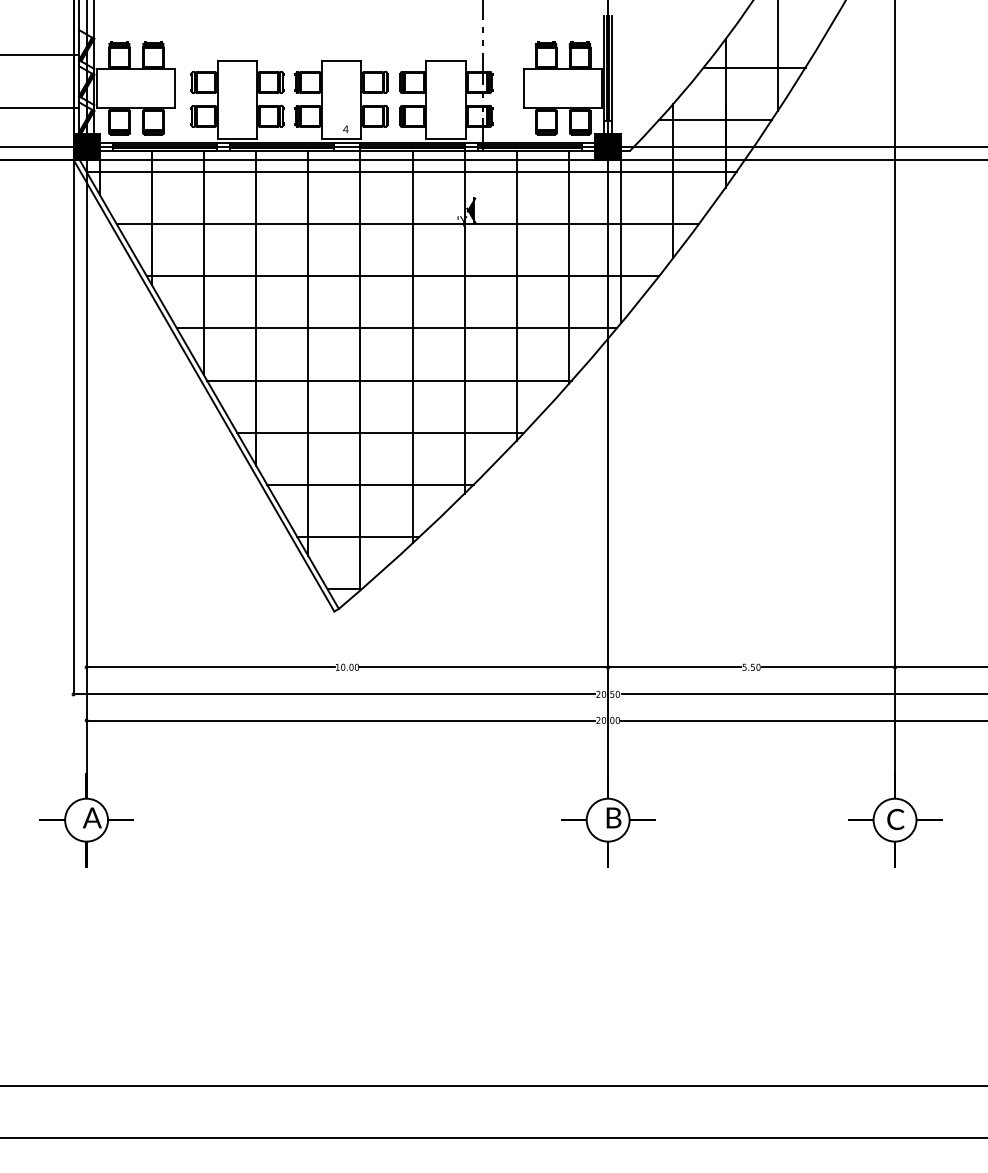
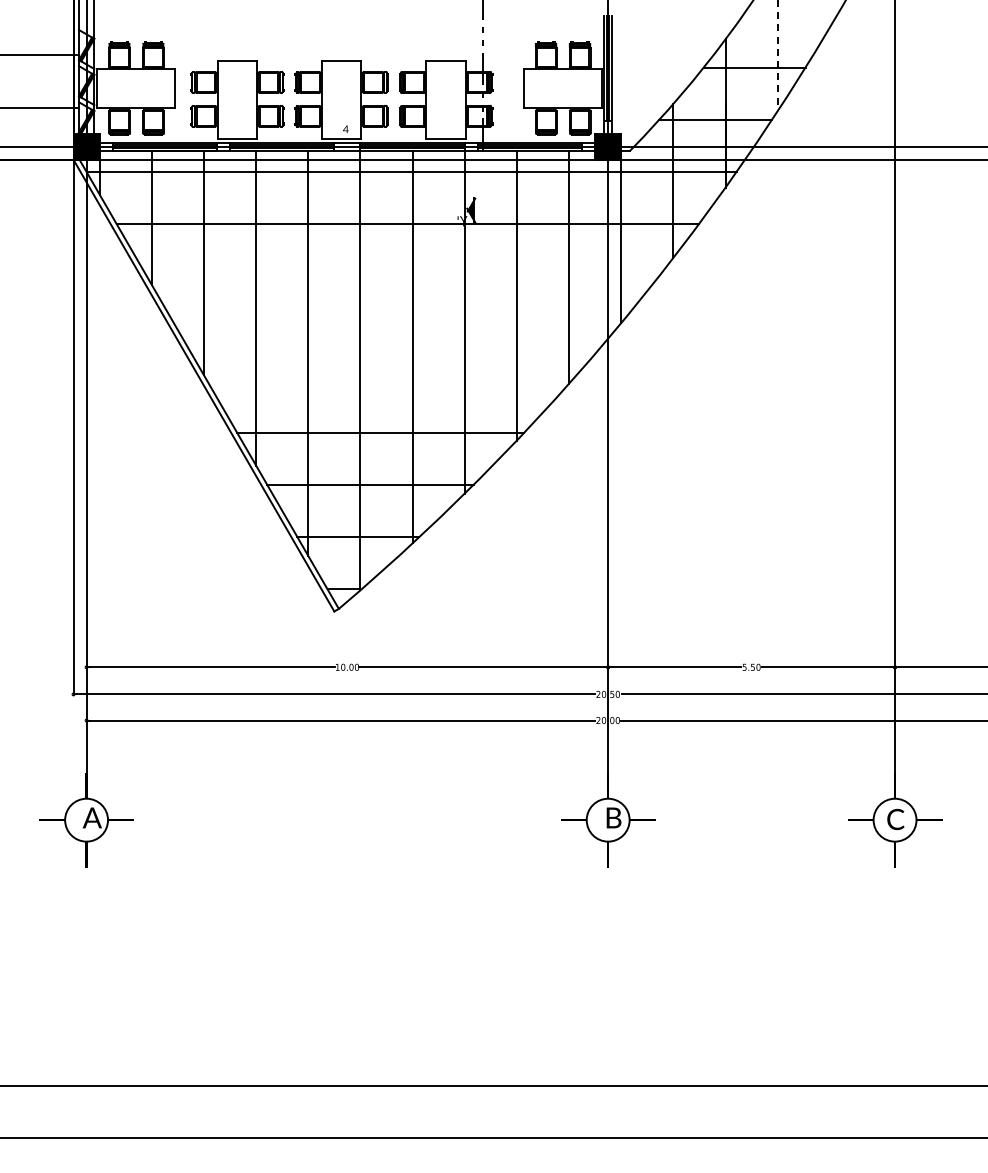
line at (777, 56): solid -> dashed
line at (402, 276): present -> none
line at (396, 328): present -> none
line at (389, 380): present -> none
